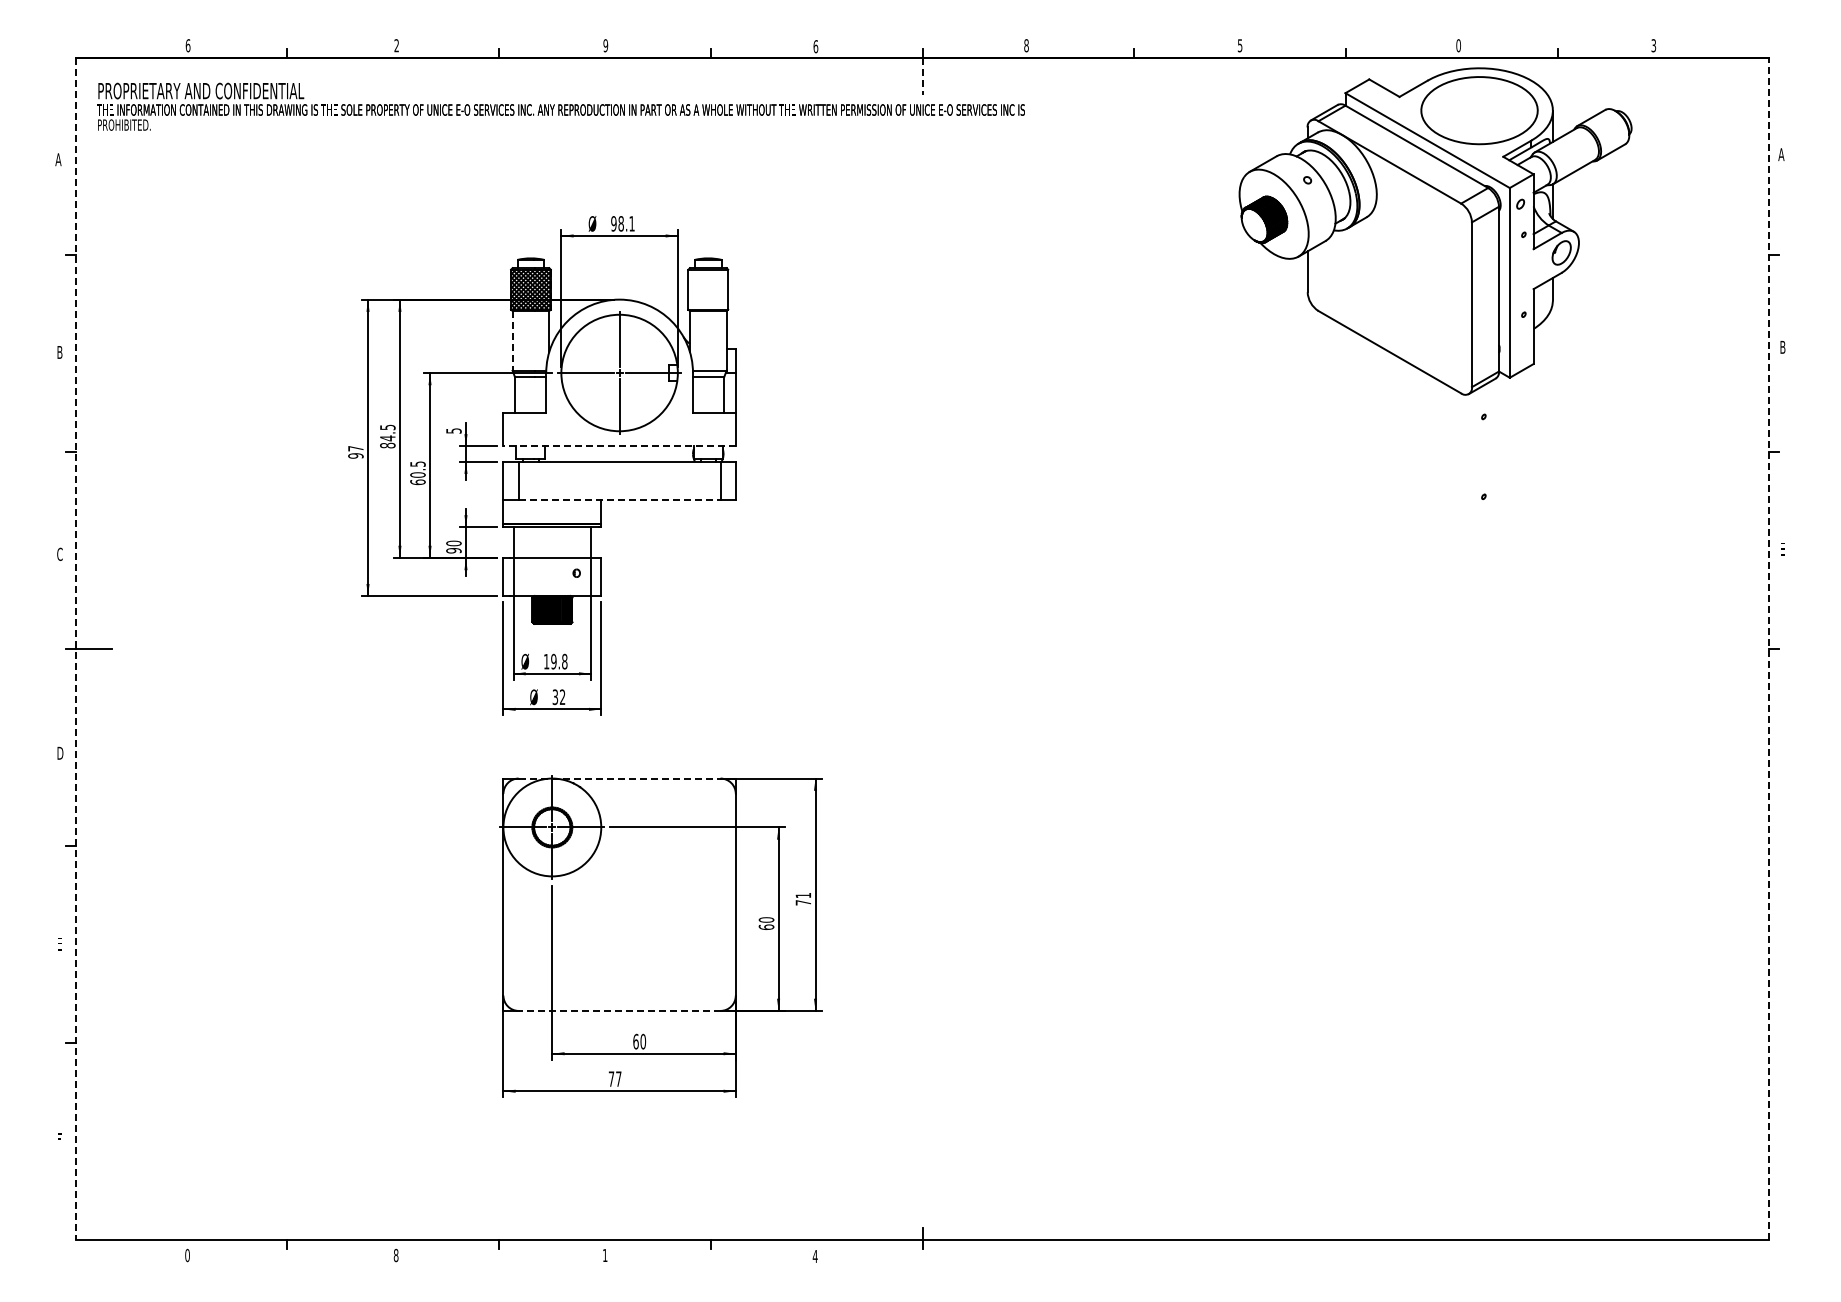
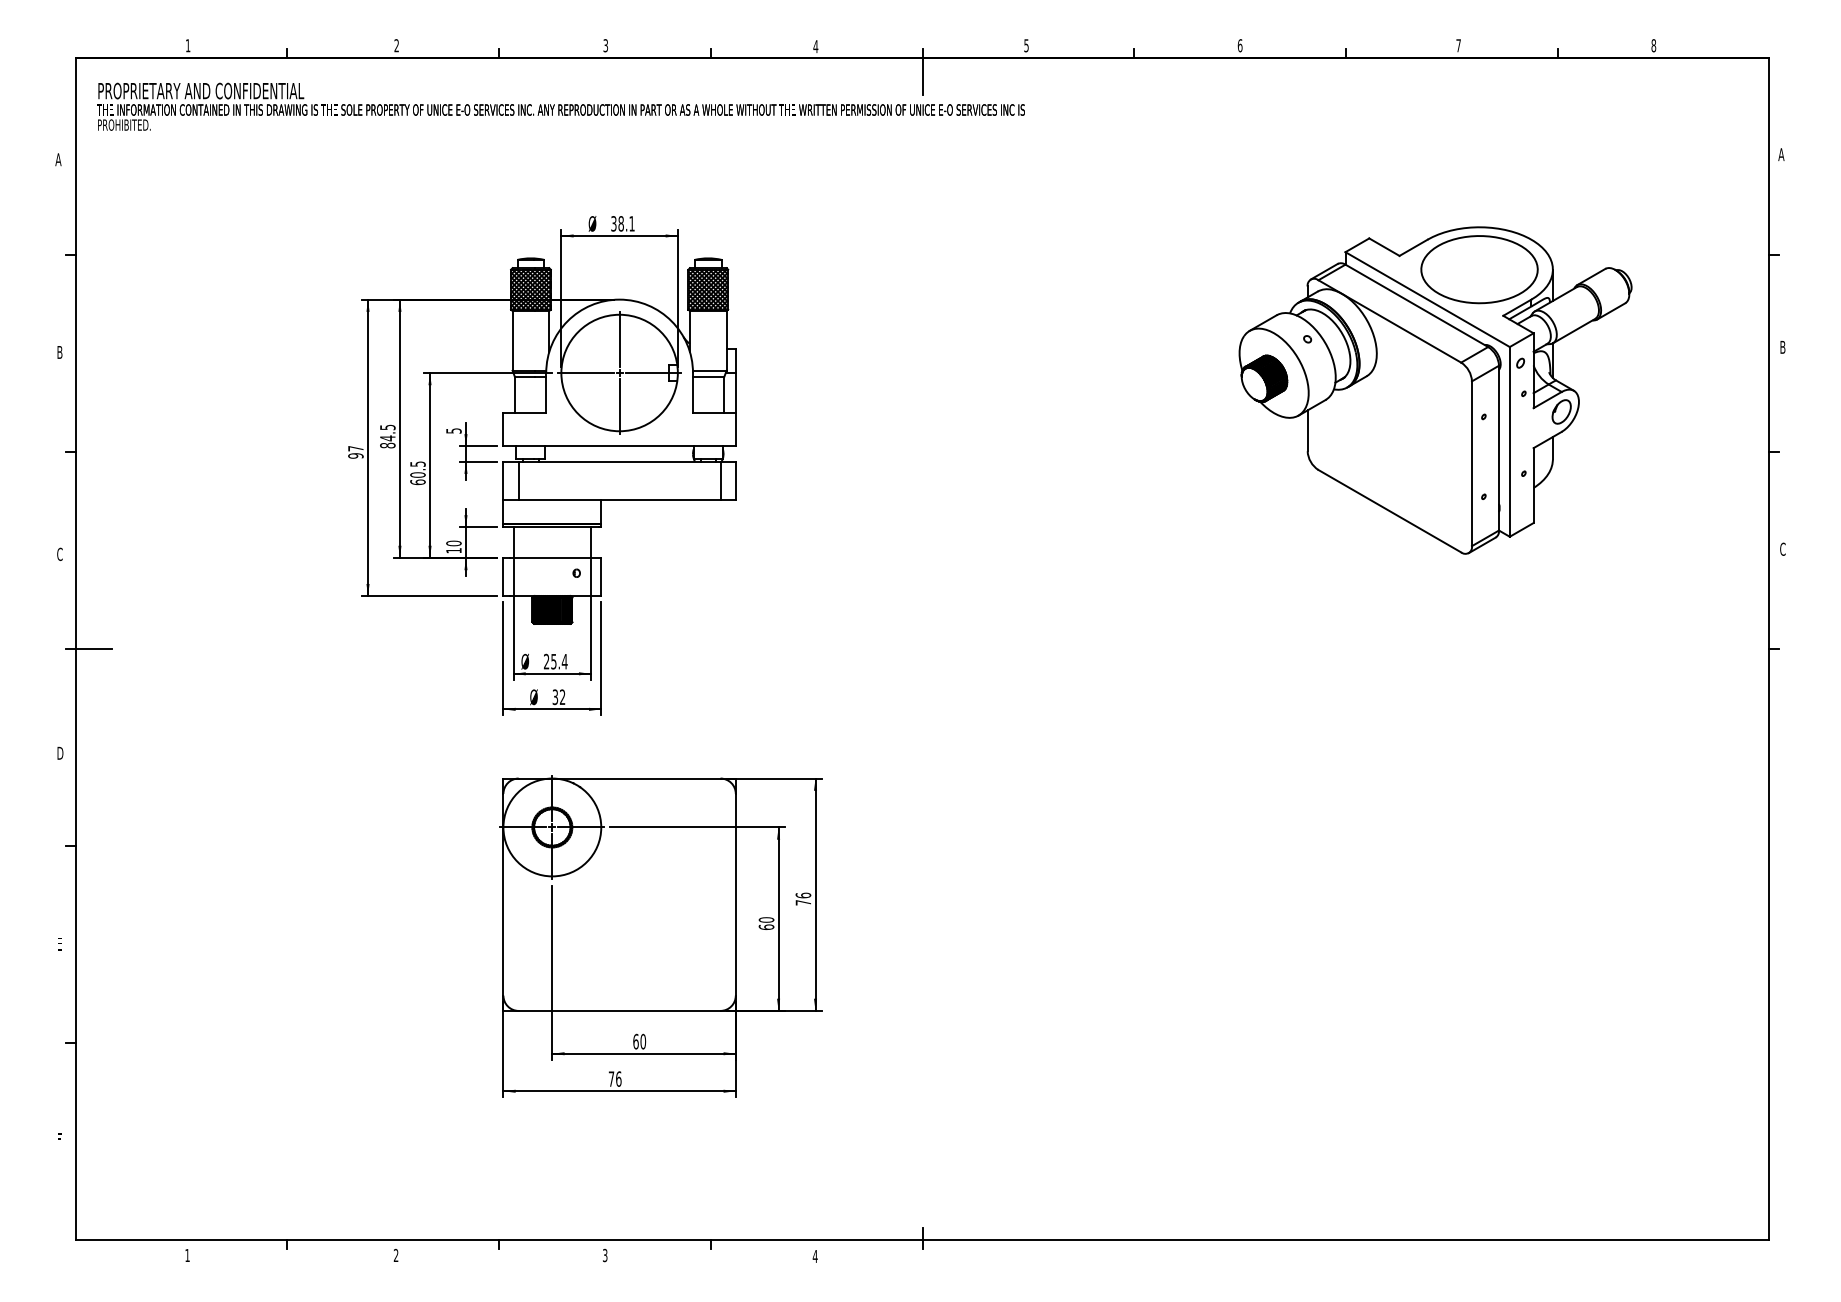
text at (187, 45): 6 -> 1
text at (605, 45): 9 -> 3
text at (1026, 45): 8 -> 5
text at (1239, 45): 5 -> 6
text at (1458, 45): 0 -> 7
text at (1653, 45): 3 -> 8
text at (815, 46): 6 -> 4
line at (922, 76): dashed -> solid
text at (613, 223): 98.1 -> 38.1
part at (1435, 231) position: (1435, 231) -> (1435, 390)
hatch at (708, 289): none -> present
line at (512, 340): dashed -> solid
line at (619, 446): dashed -> solid
line at (619, 499): dashed -> solid
text at (1782, 548): E -> C
text at (453, 550): 90 -> 10
line at (75, 649): dashed -> solid
line at (1769, 649): dashed -> solid
text at (555, 661): 19.8 -> 25.4
line at (619, 778): dashed -> solid
text at (803, 895): 71 -> 76
line at (619, 1010): dashed -> solid
text at (618, 1078): 77 -> 76
text at (187, 1255): 0 -> 1
text at (395, 1255): 8 -> 2
text at (605, 1255): 1 -> 3
